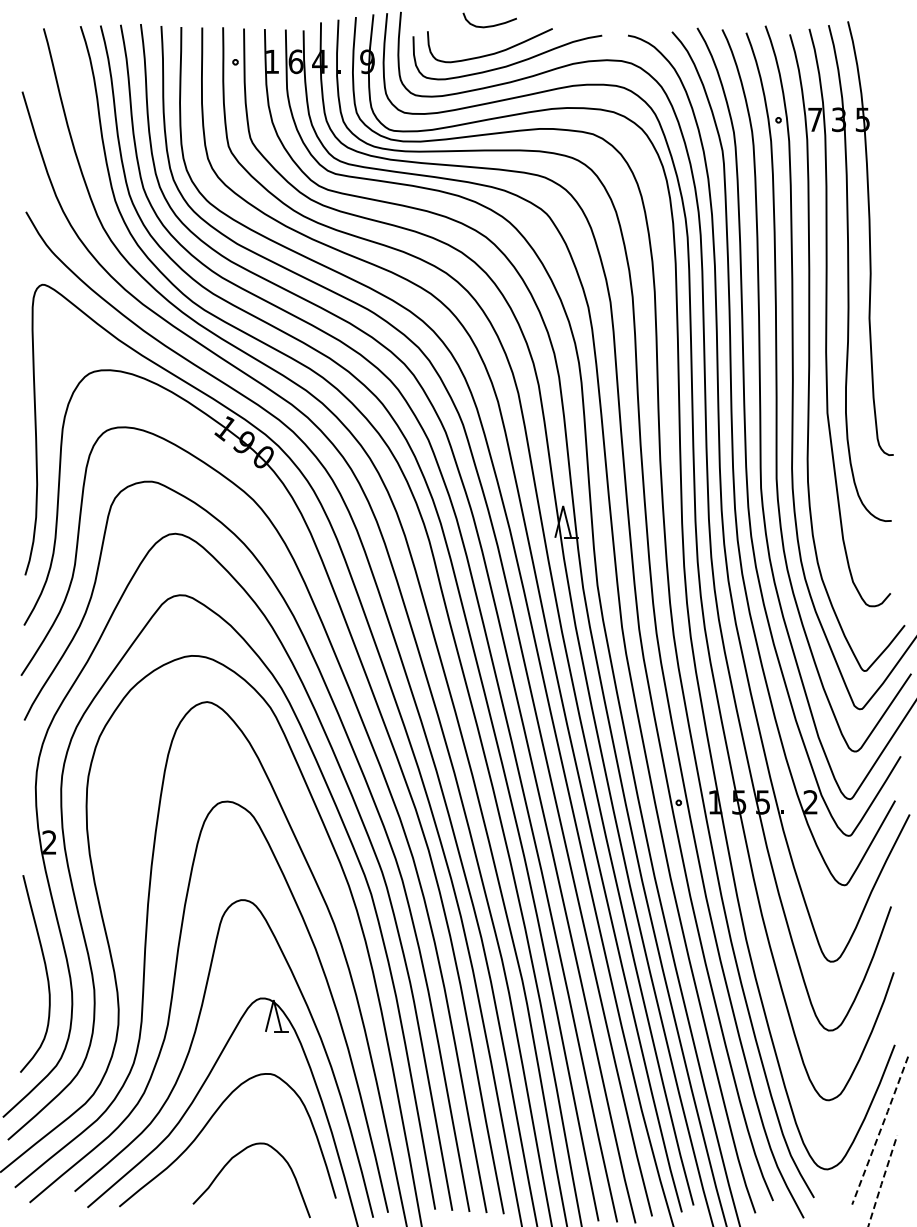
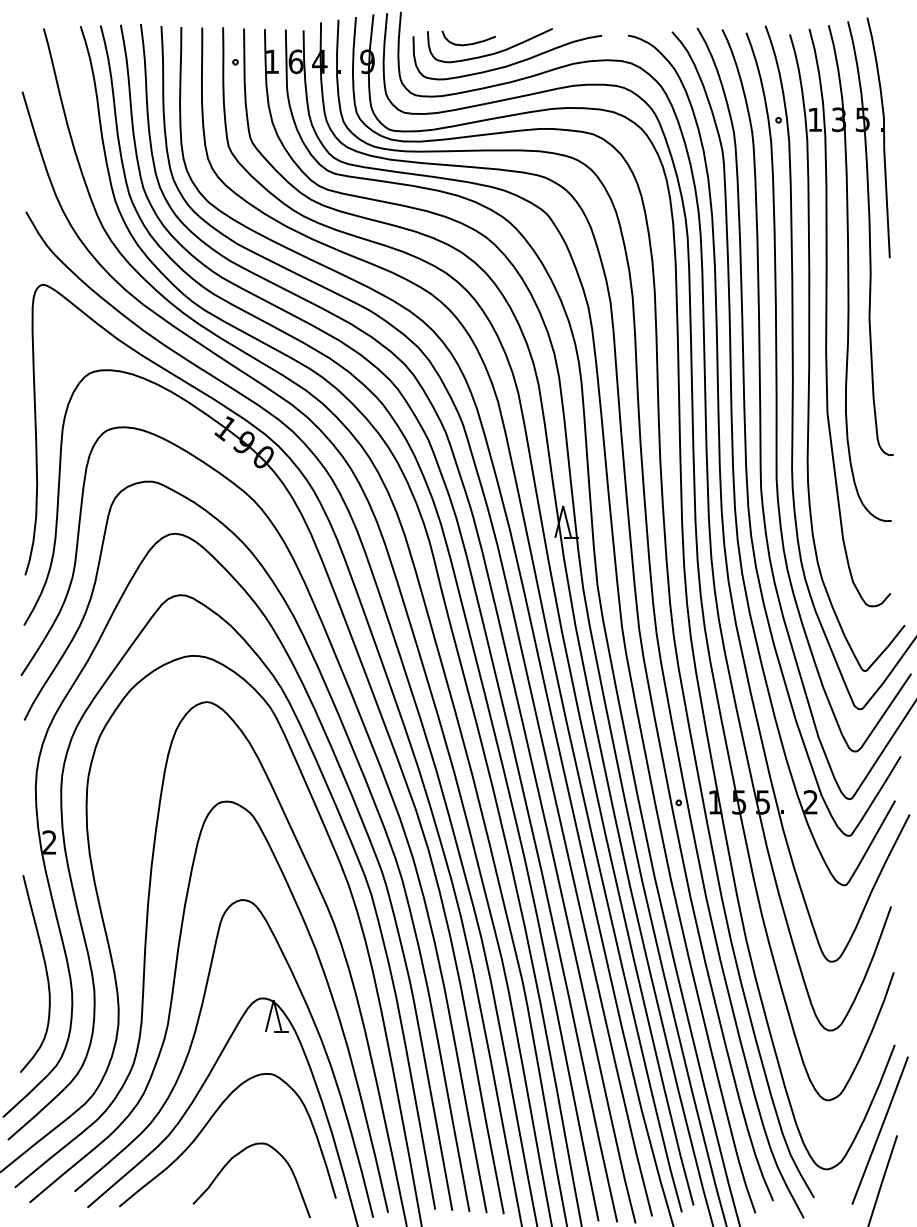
curve at (489, 25) position: (489, 25) -> (468, 43)
text at (814, 119): 7 -> 1
part at (878, 137): none -> present
line at (880, 1130): dashed -> solid
line at (882, 1180): dashed -> solid
